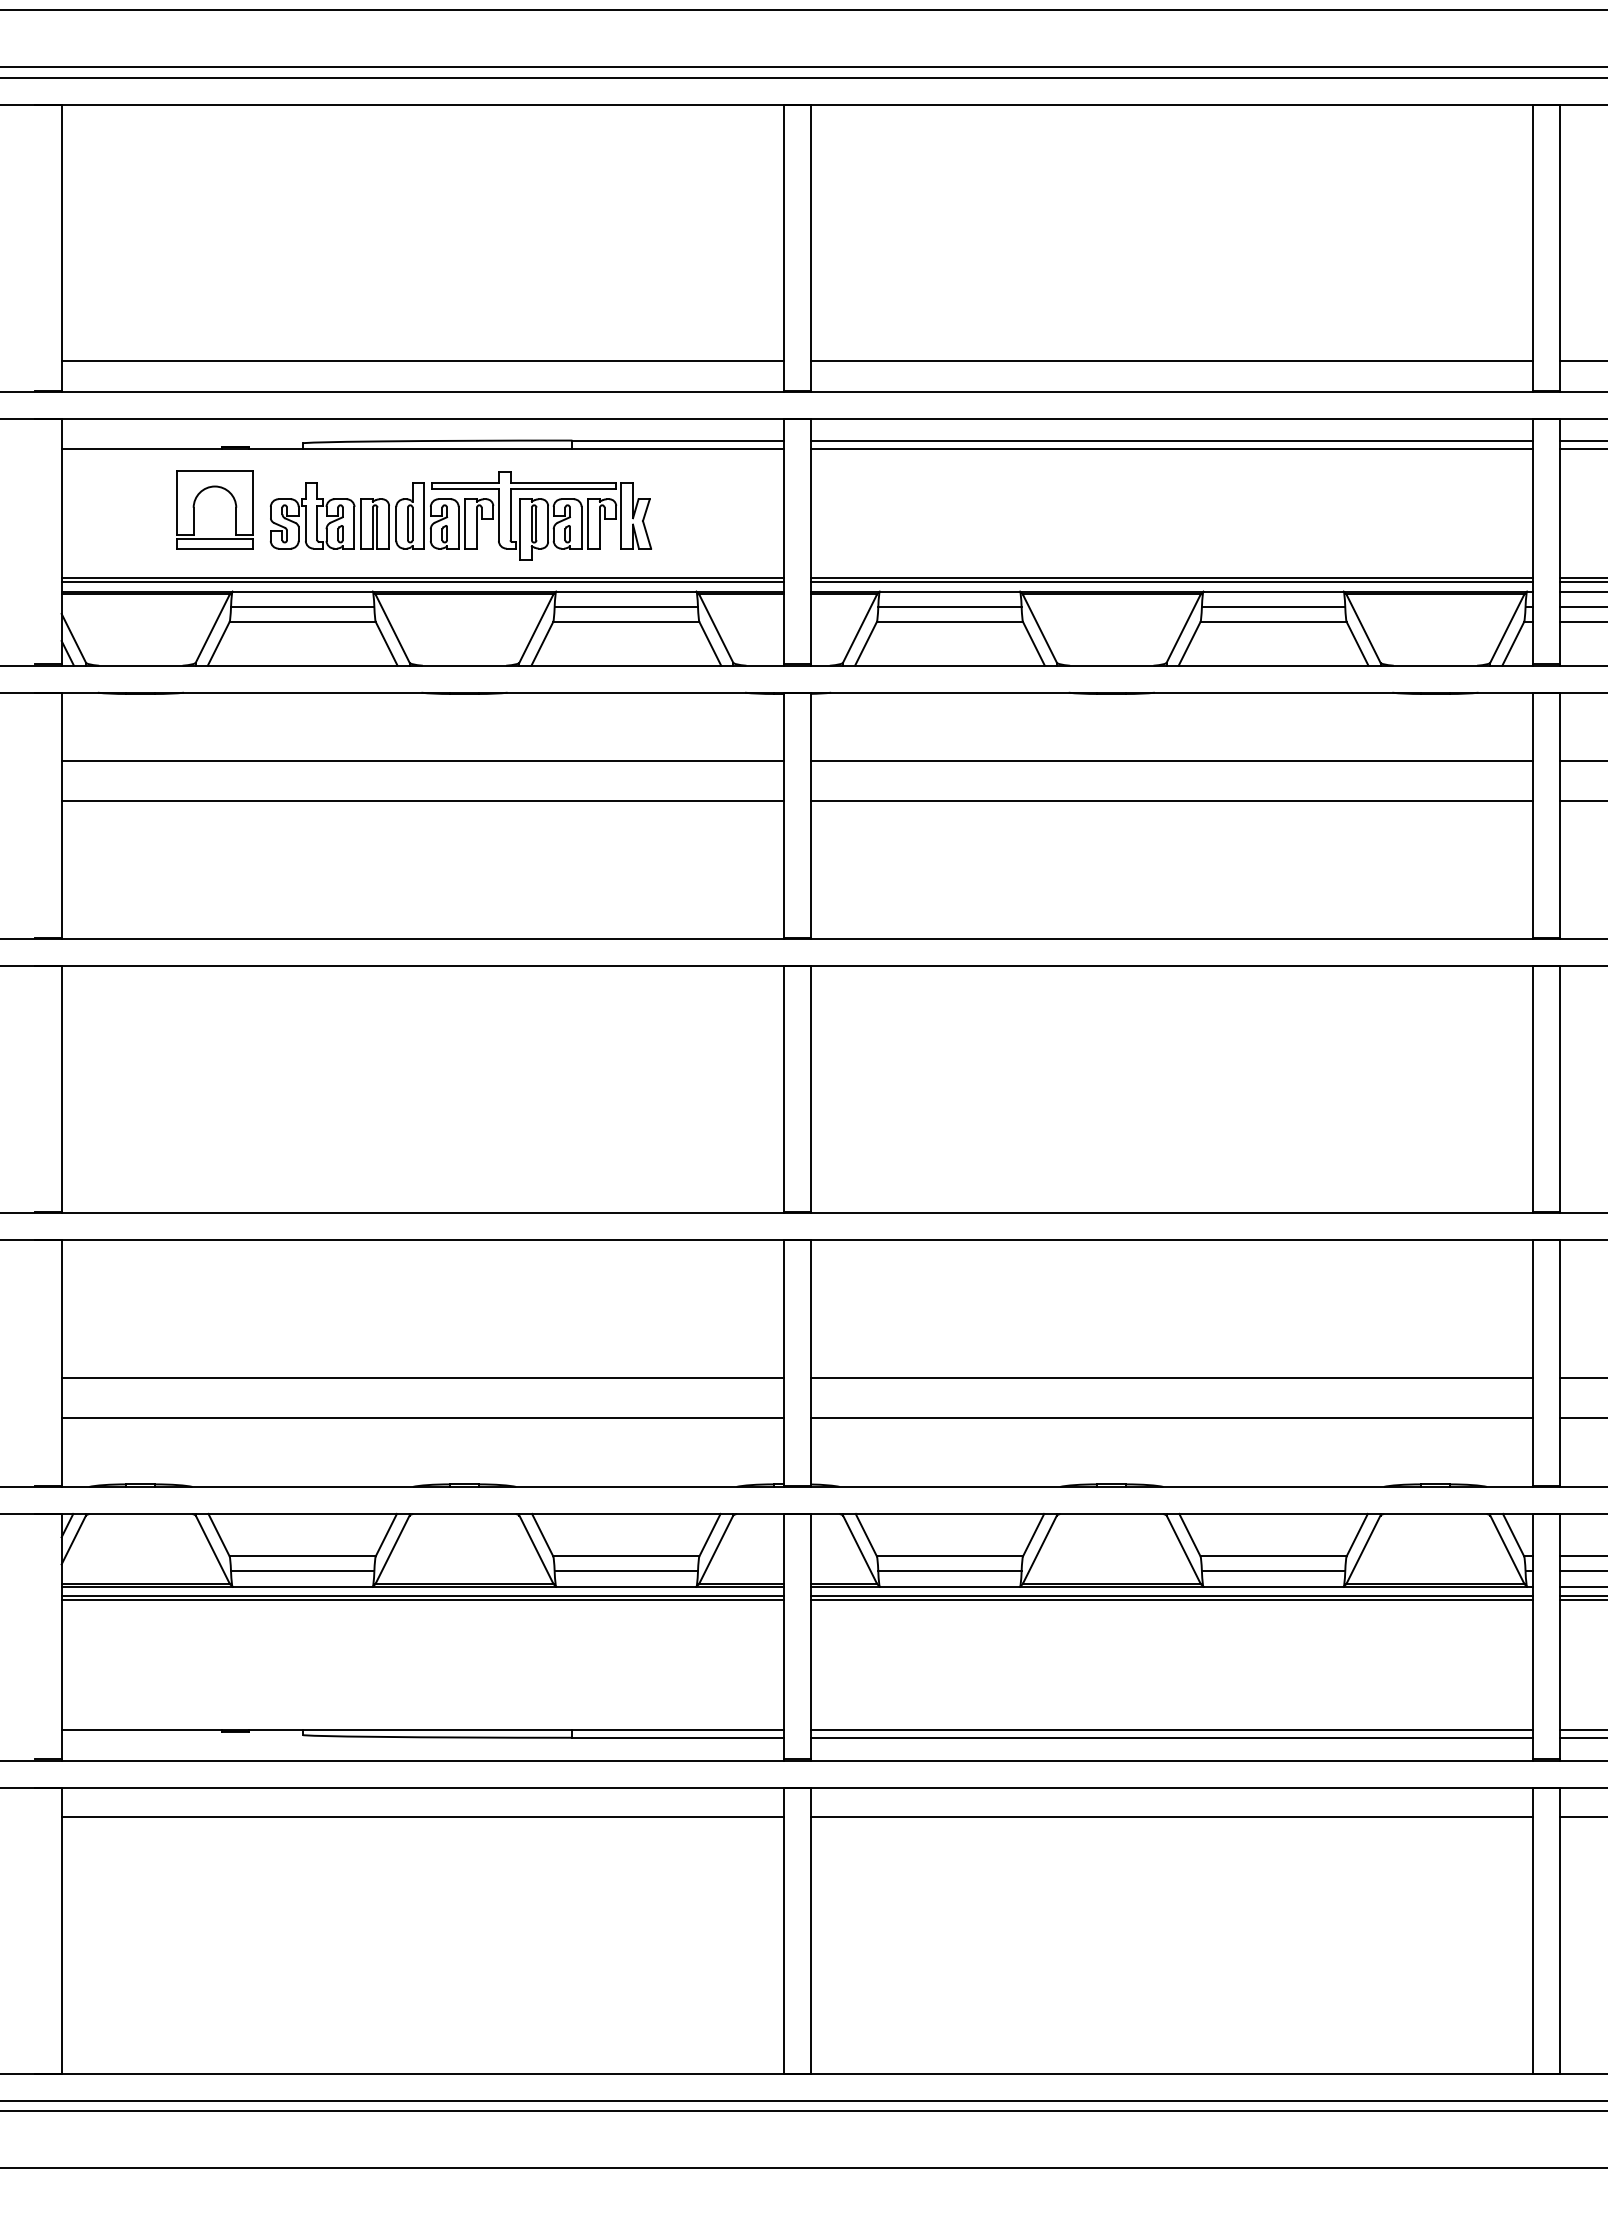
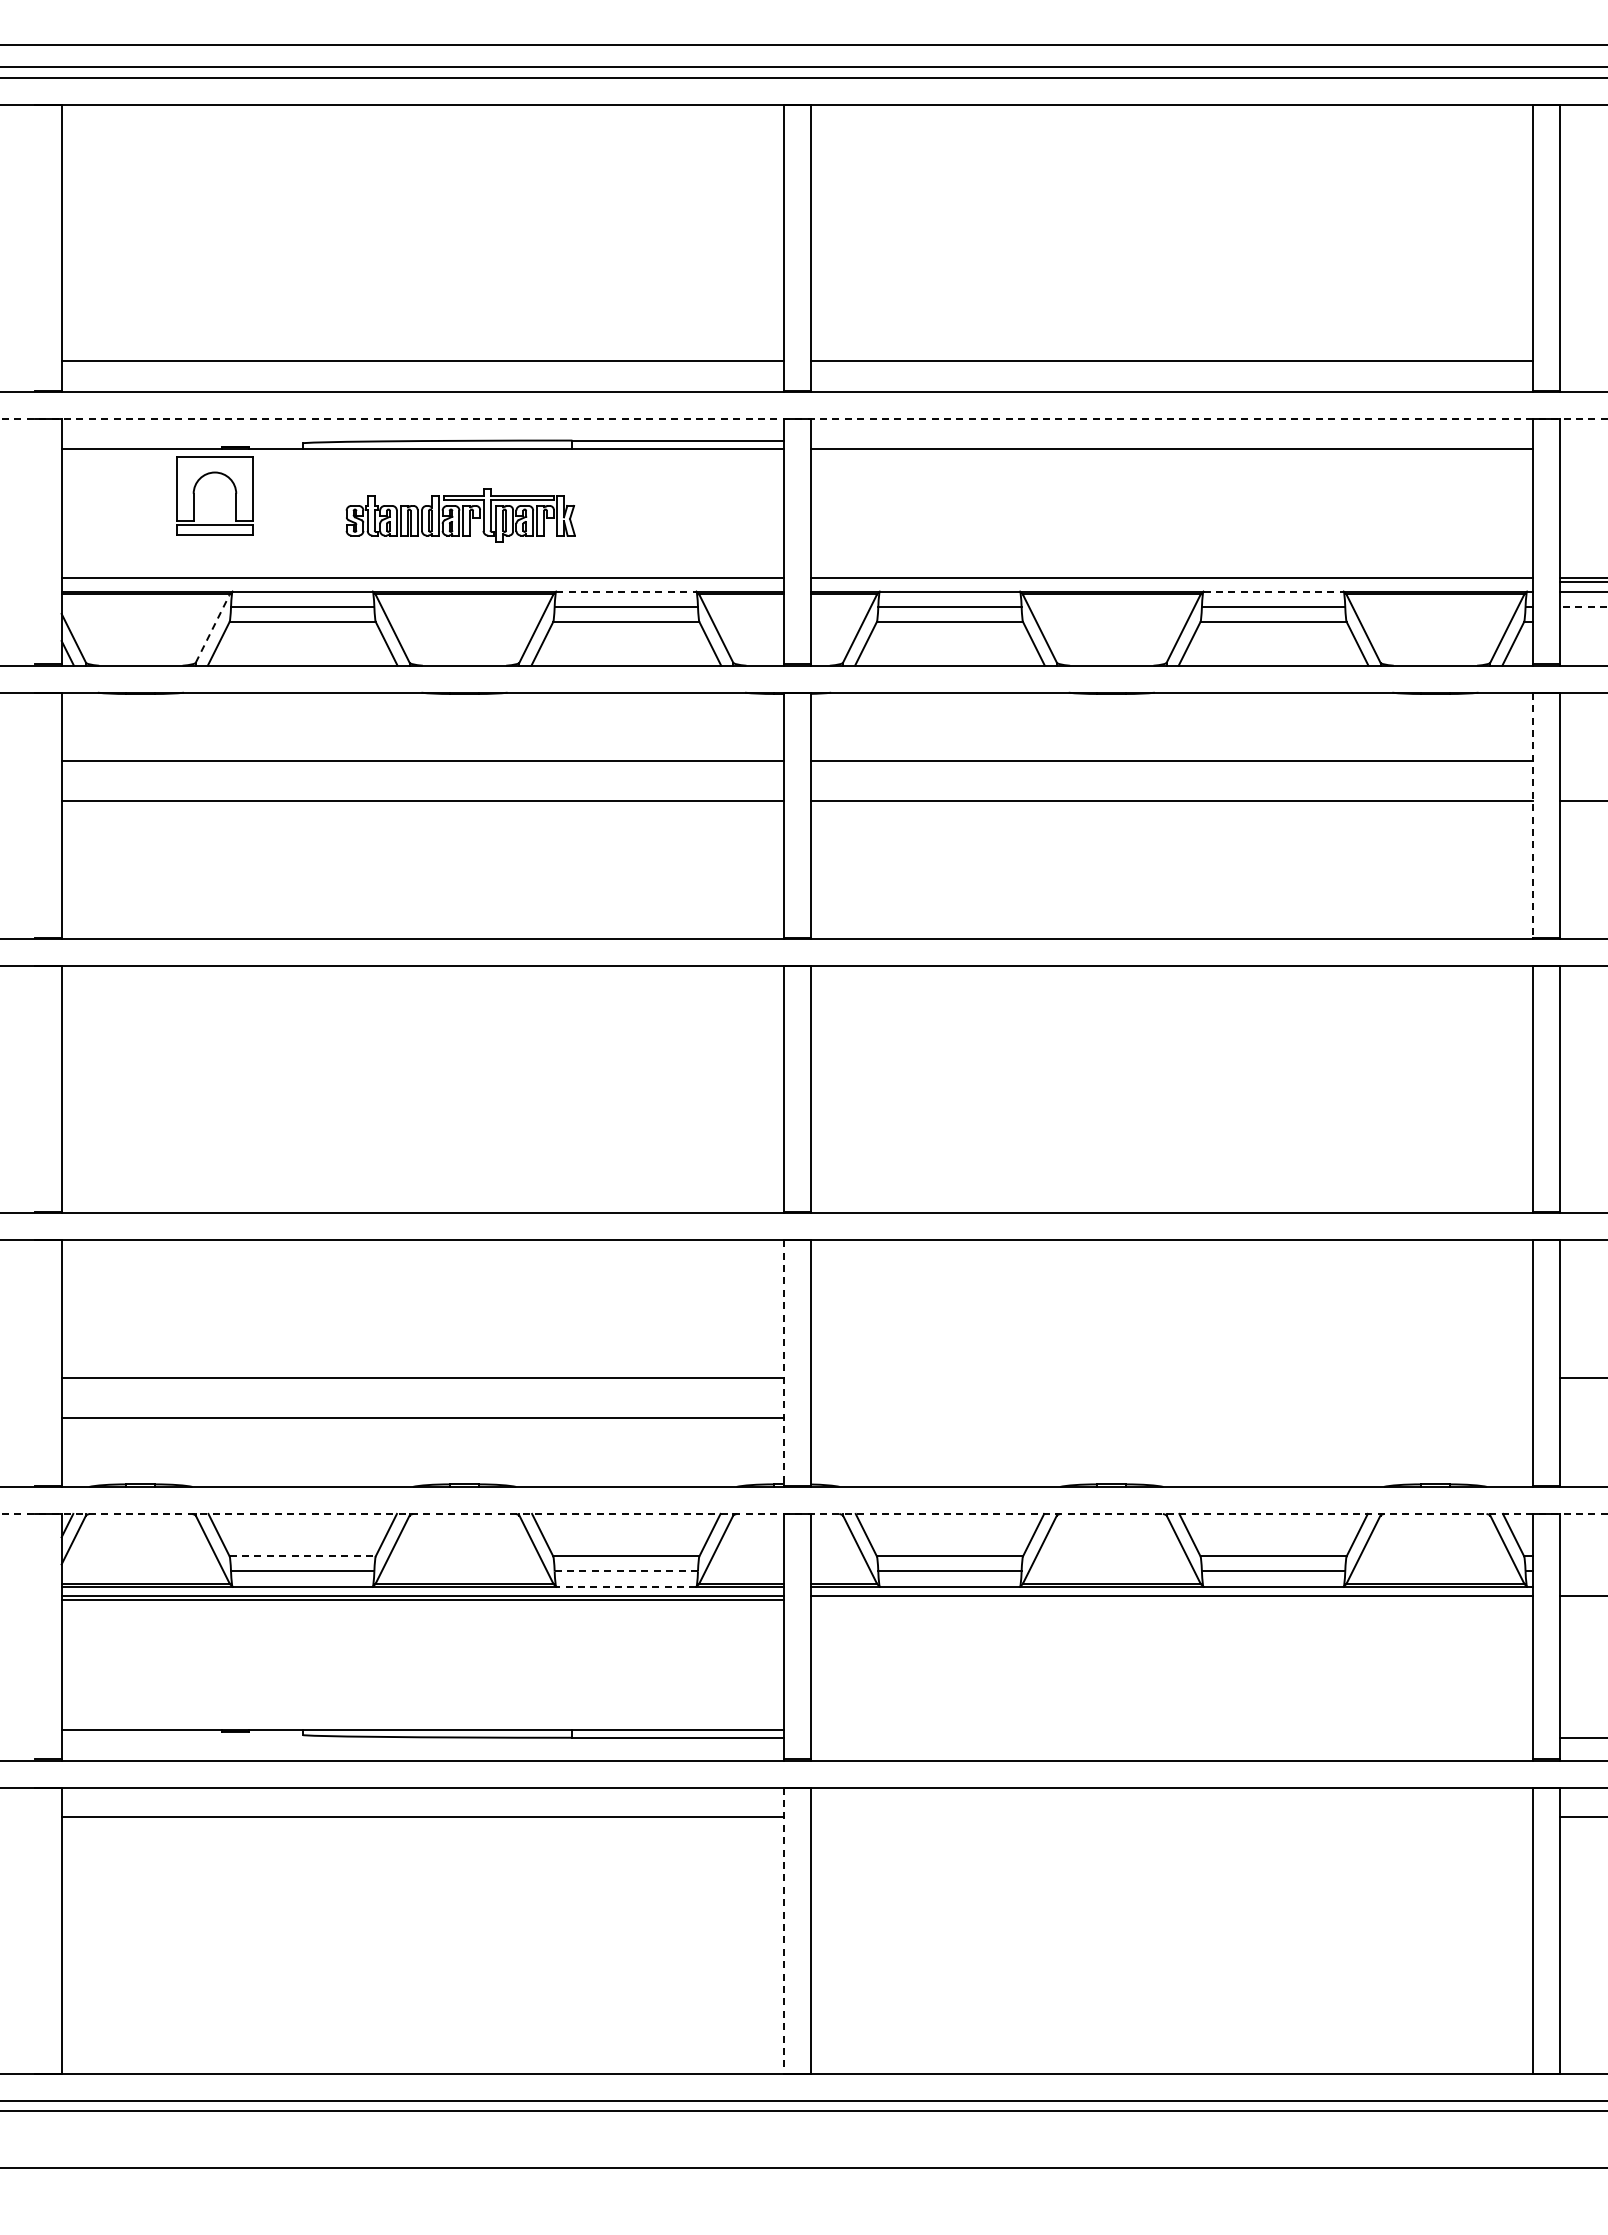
line at (803, 10) position: (803, 10) -> (803, 45)
line at (1581, 361): present -> none
line at (803, 418): solid -> dashed
line at (1171, 440): present -> none
line at (1581, 440): present -> none
line at (1581, 448): present -> none
part at (195, 503) position: (195, 503) -> (195, 489)
part at (460, 515) size: 383x90 px -> 231x55 px
line at (422, 582): present -> none
line at (1171, 582): present -> none
line at (626, 591): solid -> dashed
line at (1274, 591): solid -> dashed
line at (1583, 606): solid -> dashed
line at (1581, 622): present -> none
line at (212, 629): solid -> dashed
line at (1581, 760): present -> none
line at (1532, 815): solid -> dashed
line at (783, 1362): solid -> dashed
line at (1171, 1377): present -> none
line at (1171, 1417): present -> none
line at (1581, 1417): present -> none
line at (803, 1513): solid -> dashed
line at (303, 1556): solid -> dashed
line at (1581, 1556): present -> none
line at (626, 1571): solid -> dashed
line at (1581, 1571): present -> none
line at (625, 1586): solid -> dashed
line at (1581, 1586): present -> none
line at (1171, 1600): present -> none
line at (1581, 1600): present -> none
line at (1171, 1729): present -> none
line at (1581, 1729): present -> none
line at (1171, 1737): present -> none
line at (1171, 1817): present -> none
line at (783, 1930): solid -> dashed
